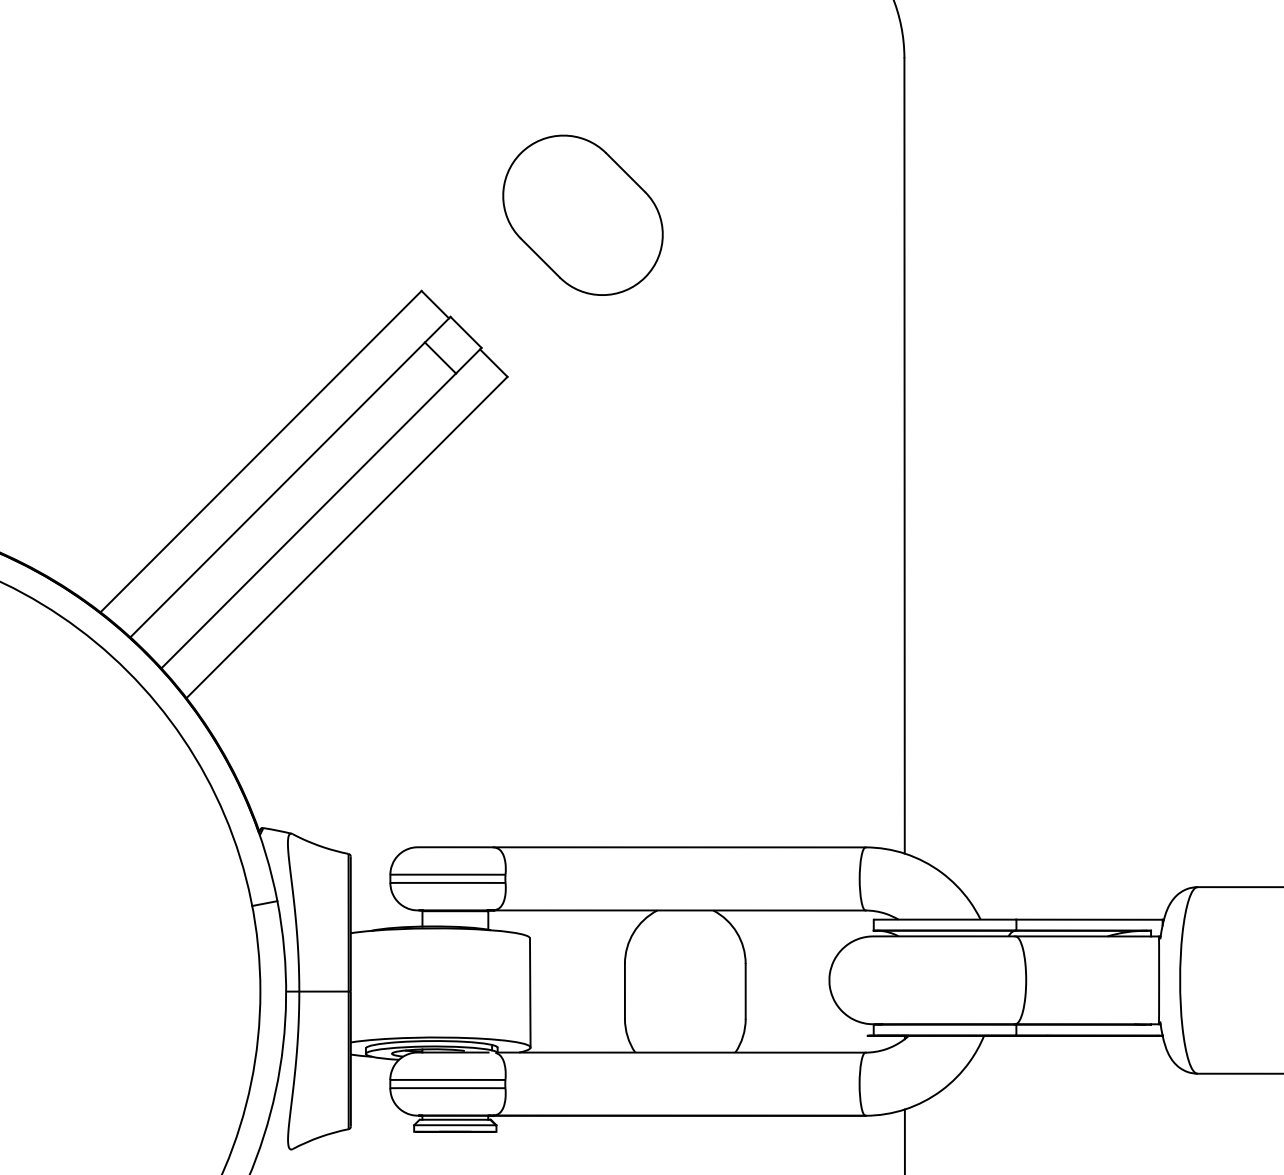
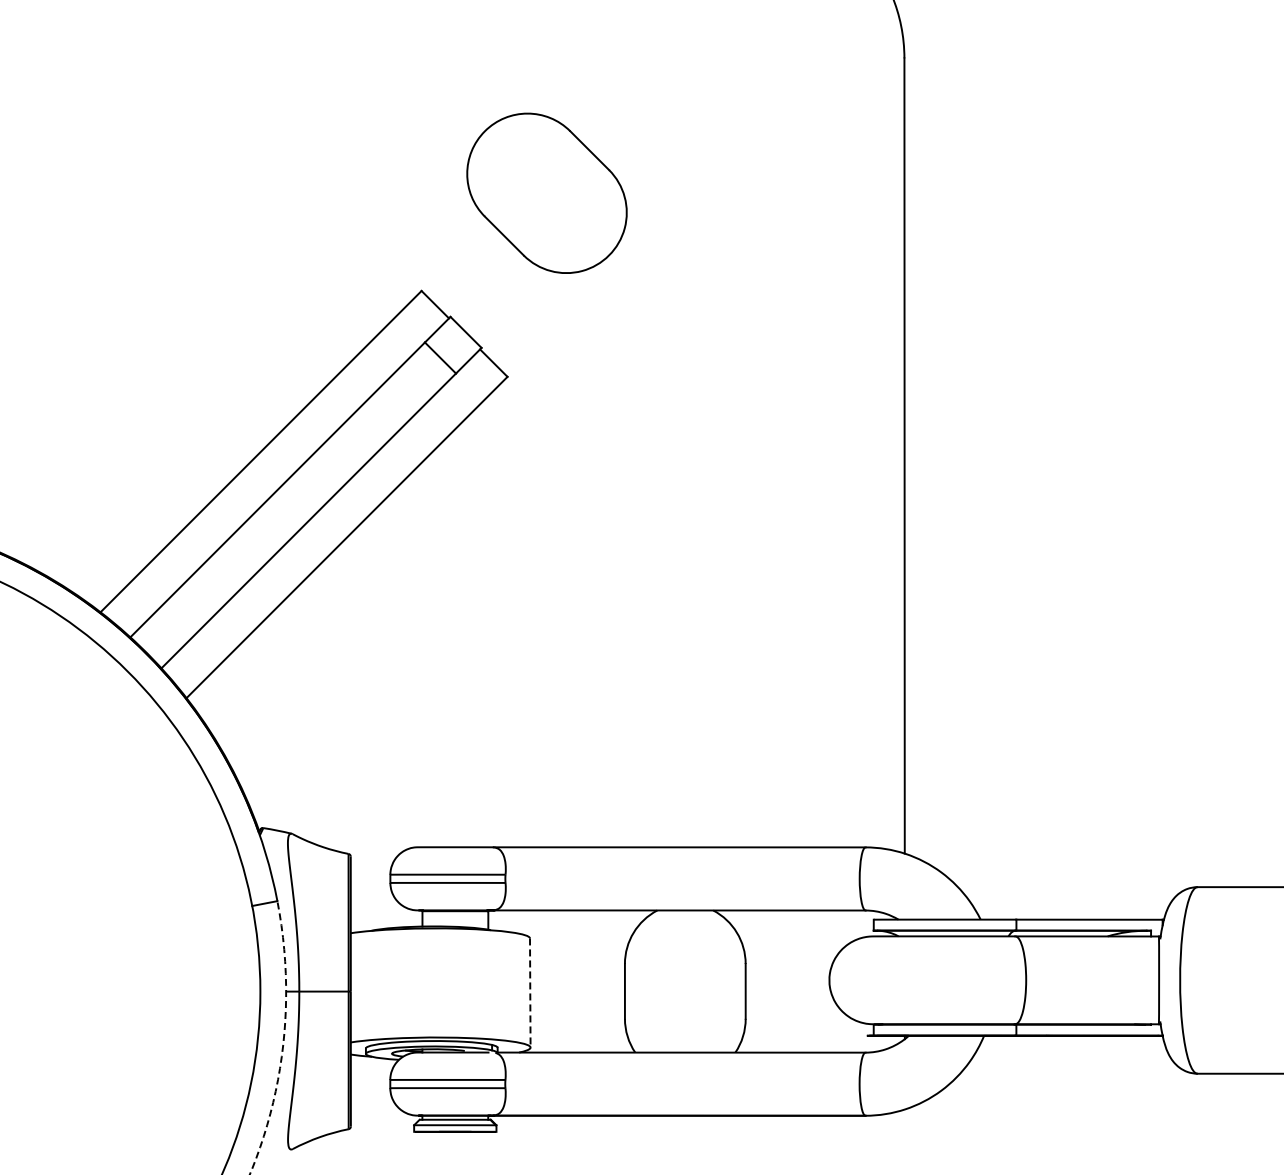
part at (582, 214) position: (582, 214) -> (546, 192)
line at (530, 993): solid -> dashed
arc at (283, 1039): solid -> dashed
line at (904, 1140): present -> none
